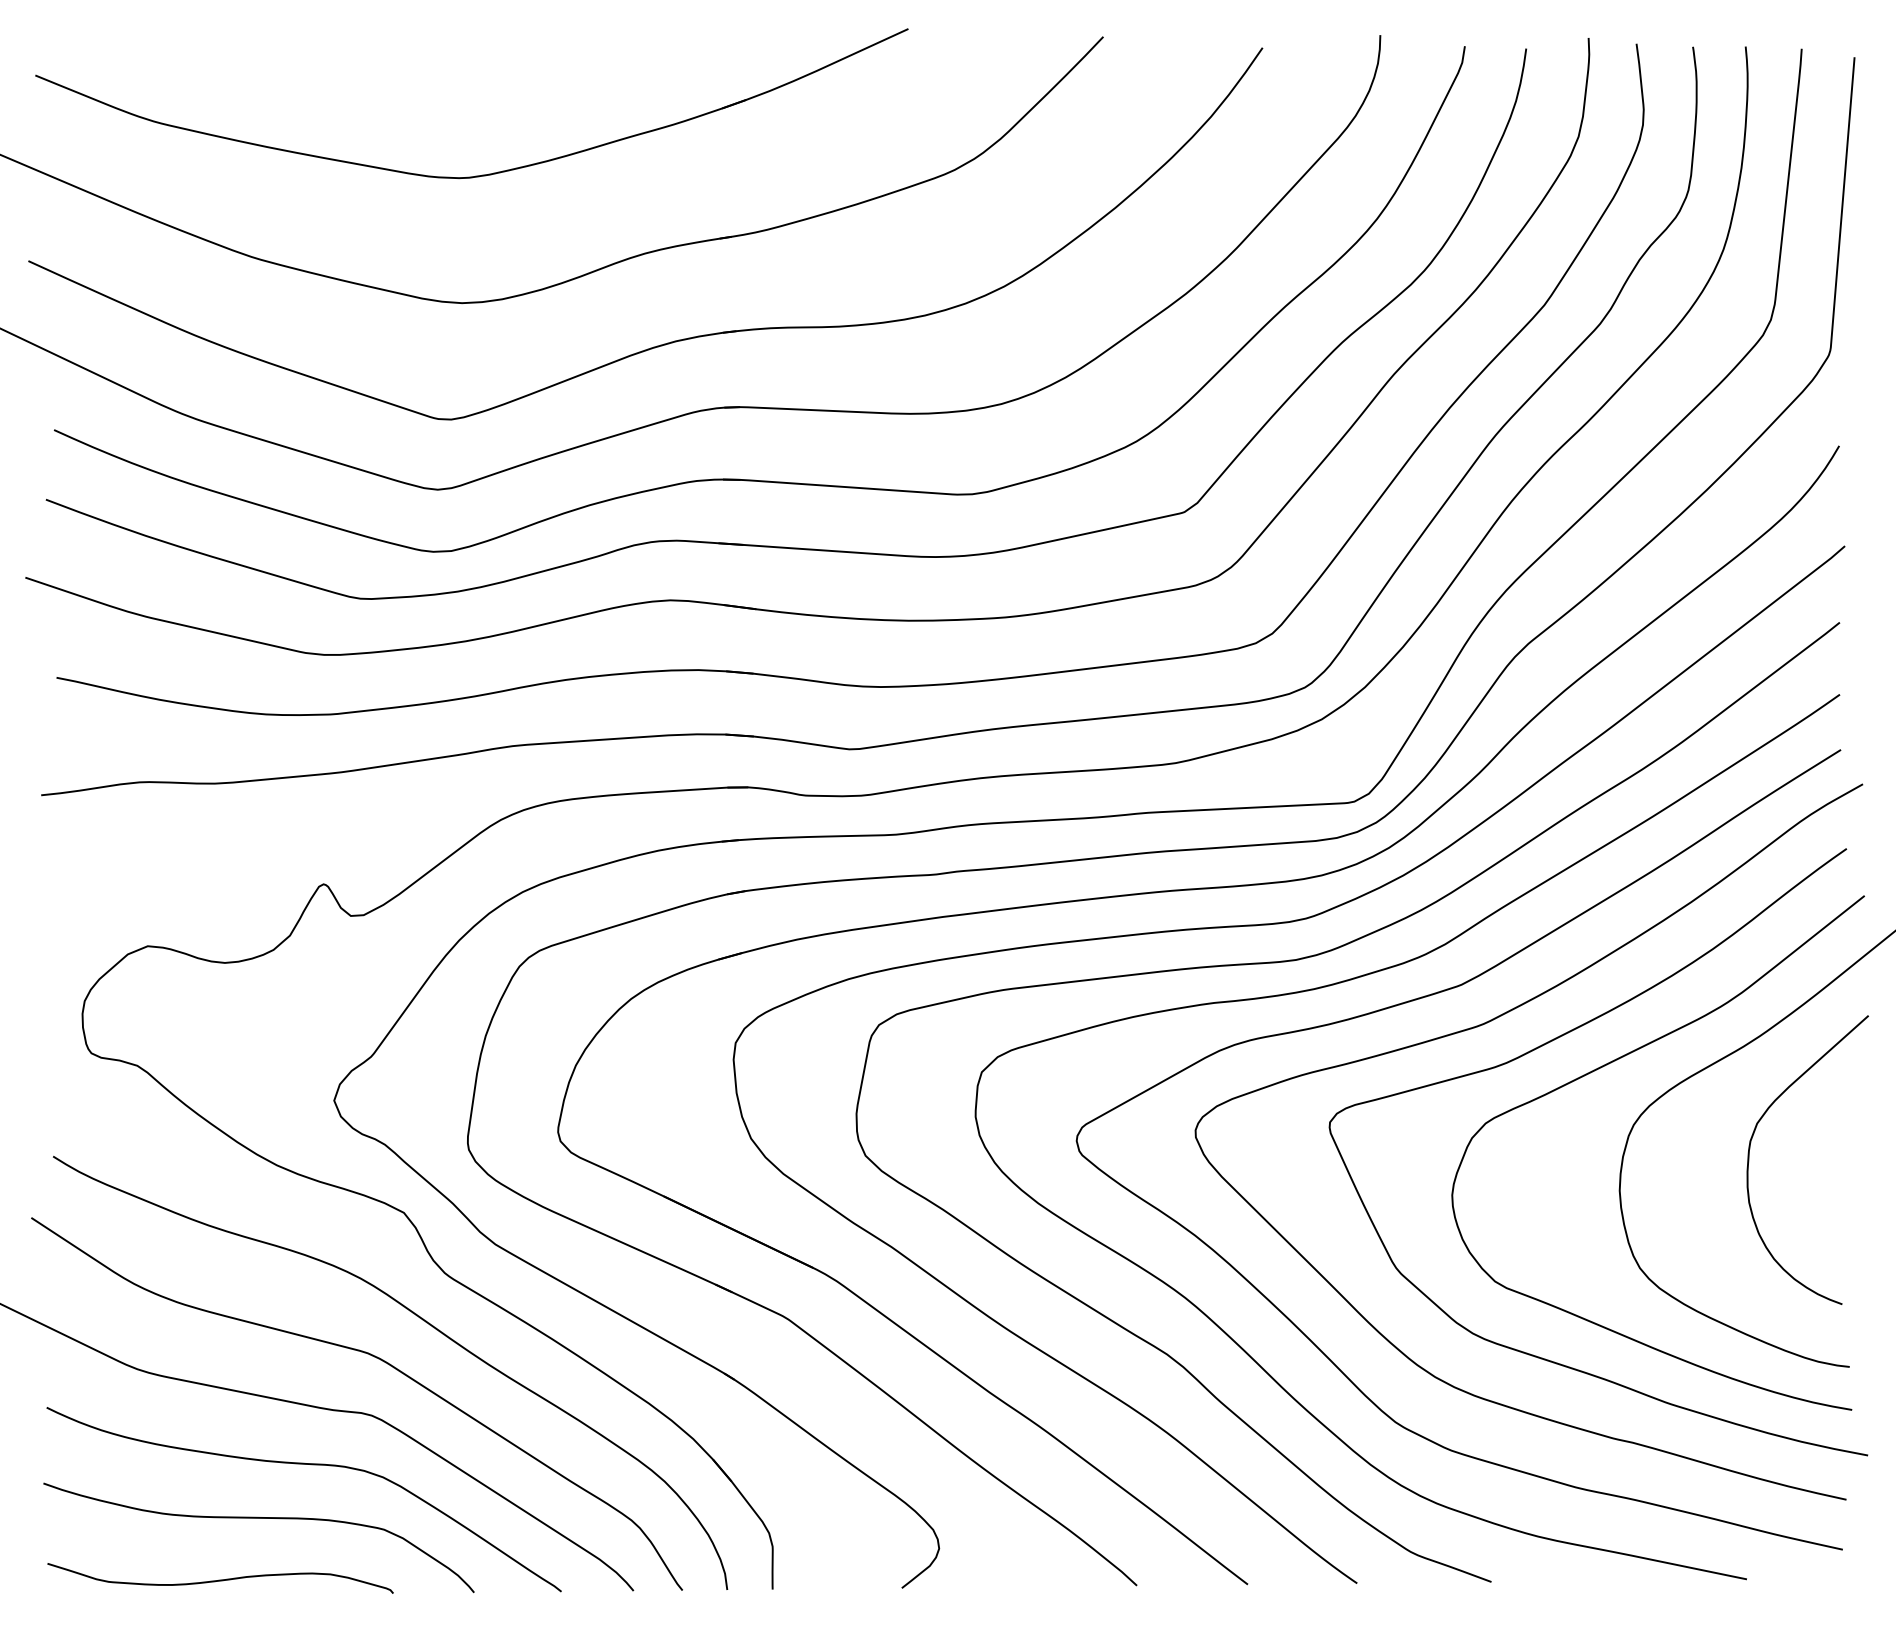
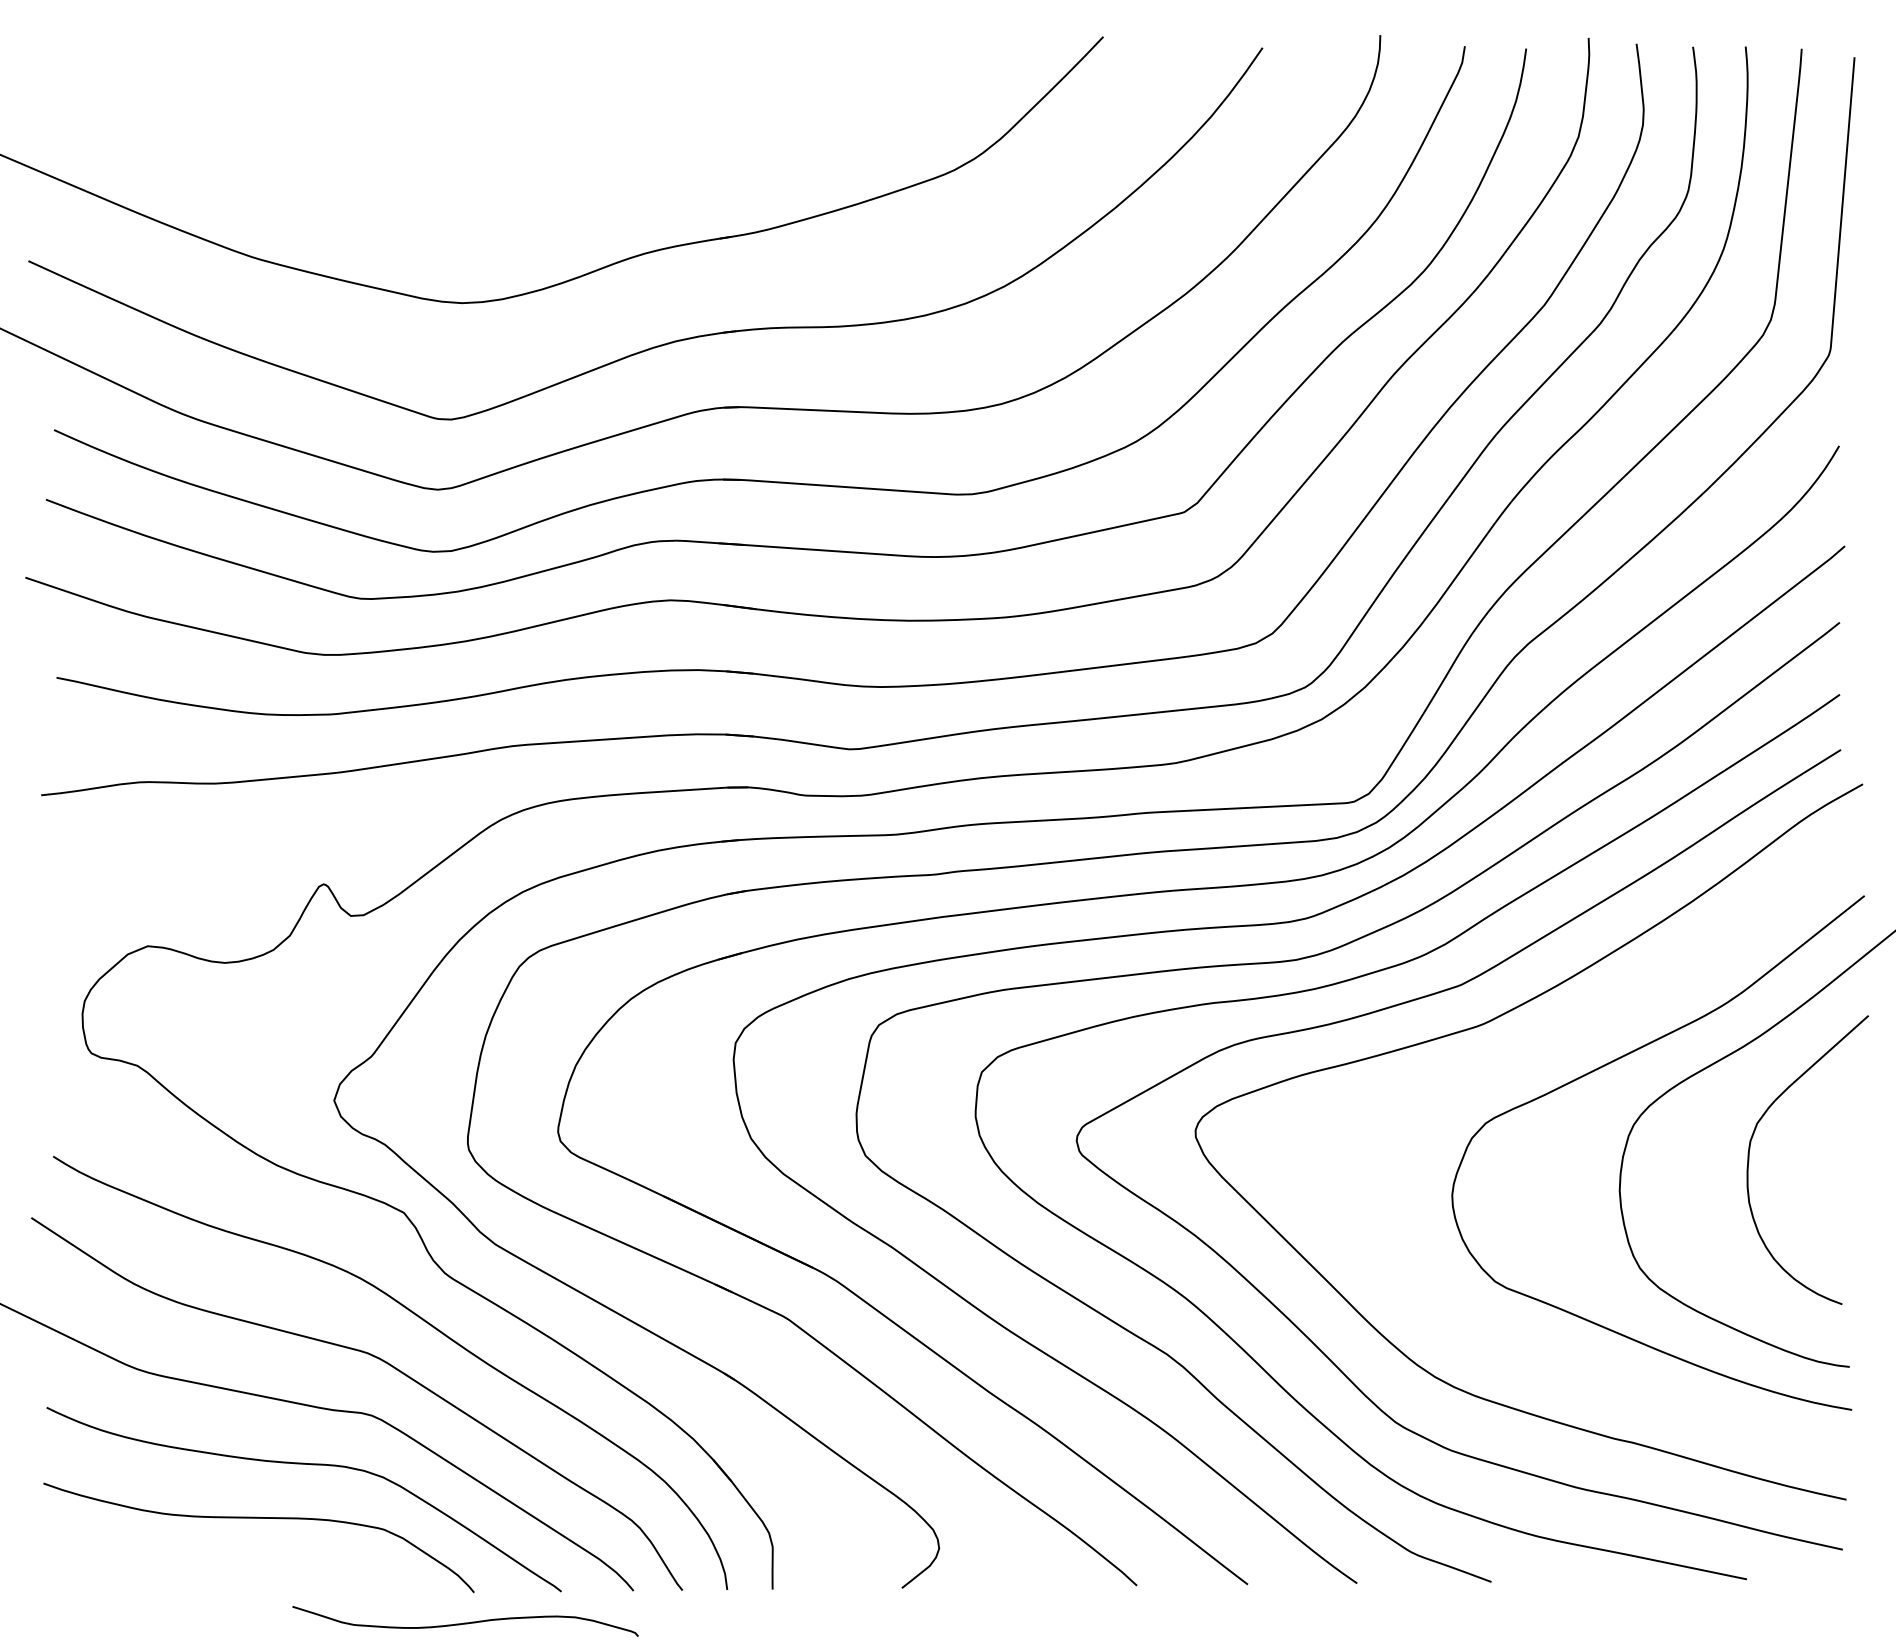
part at (482, 174): present -> none
curve at (1544, 1045): present -> none
curve at (220, 1579) position: (220, 1579) -> (465, 1622)
